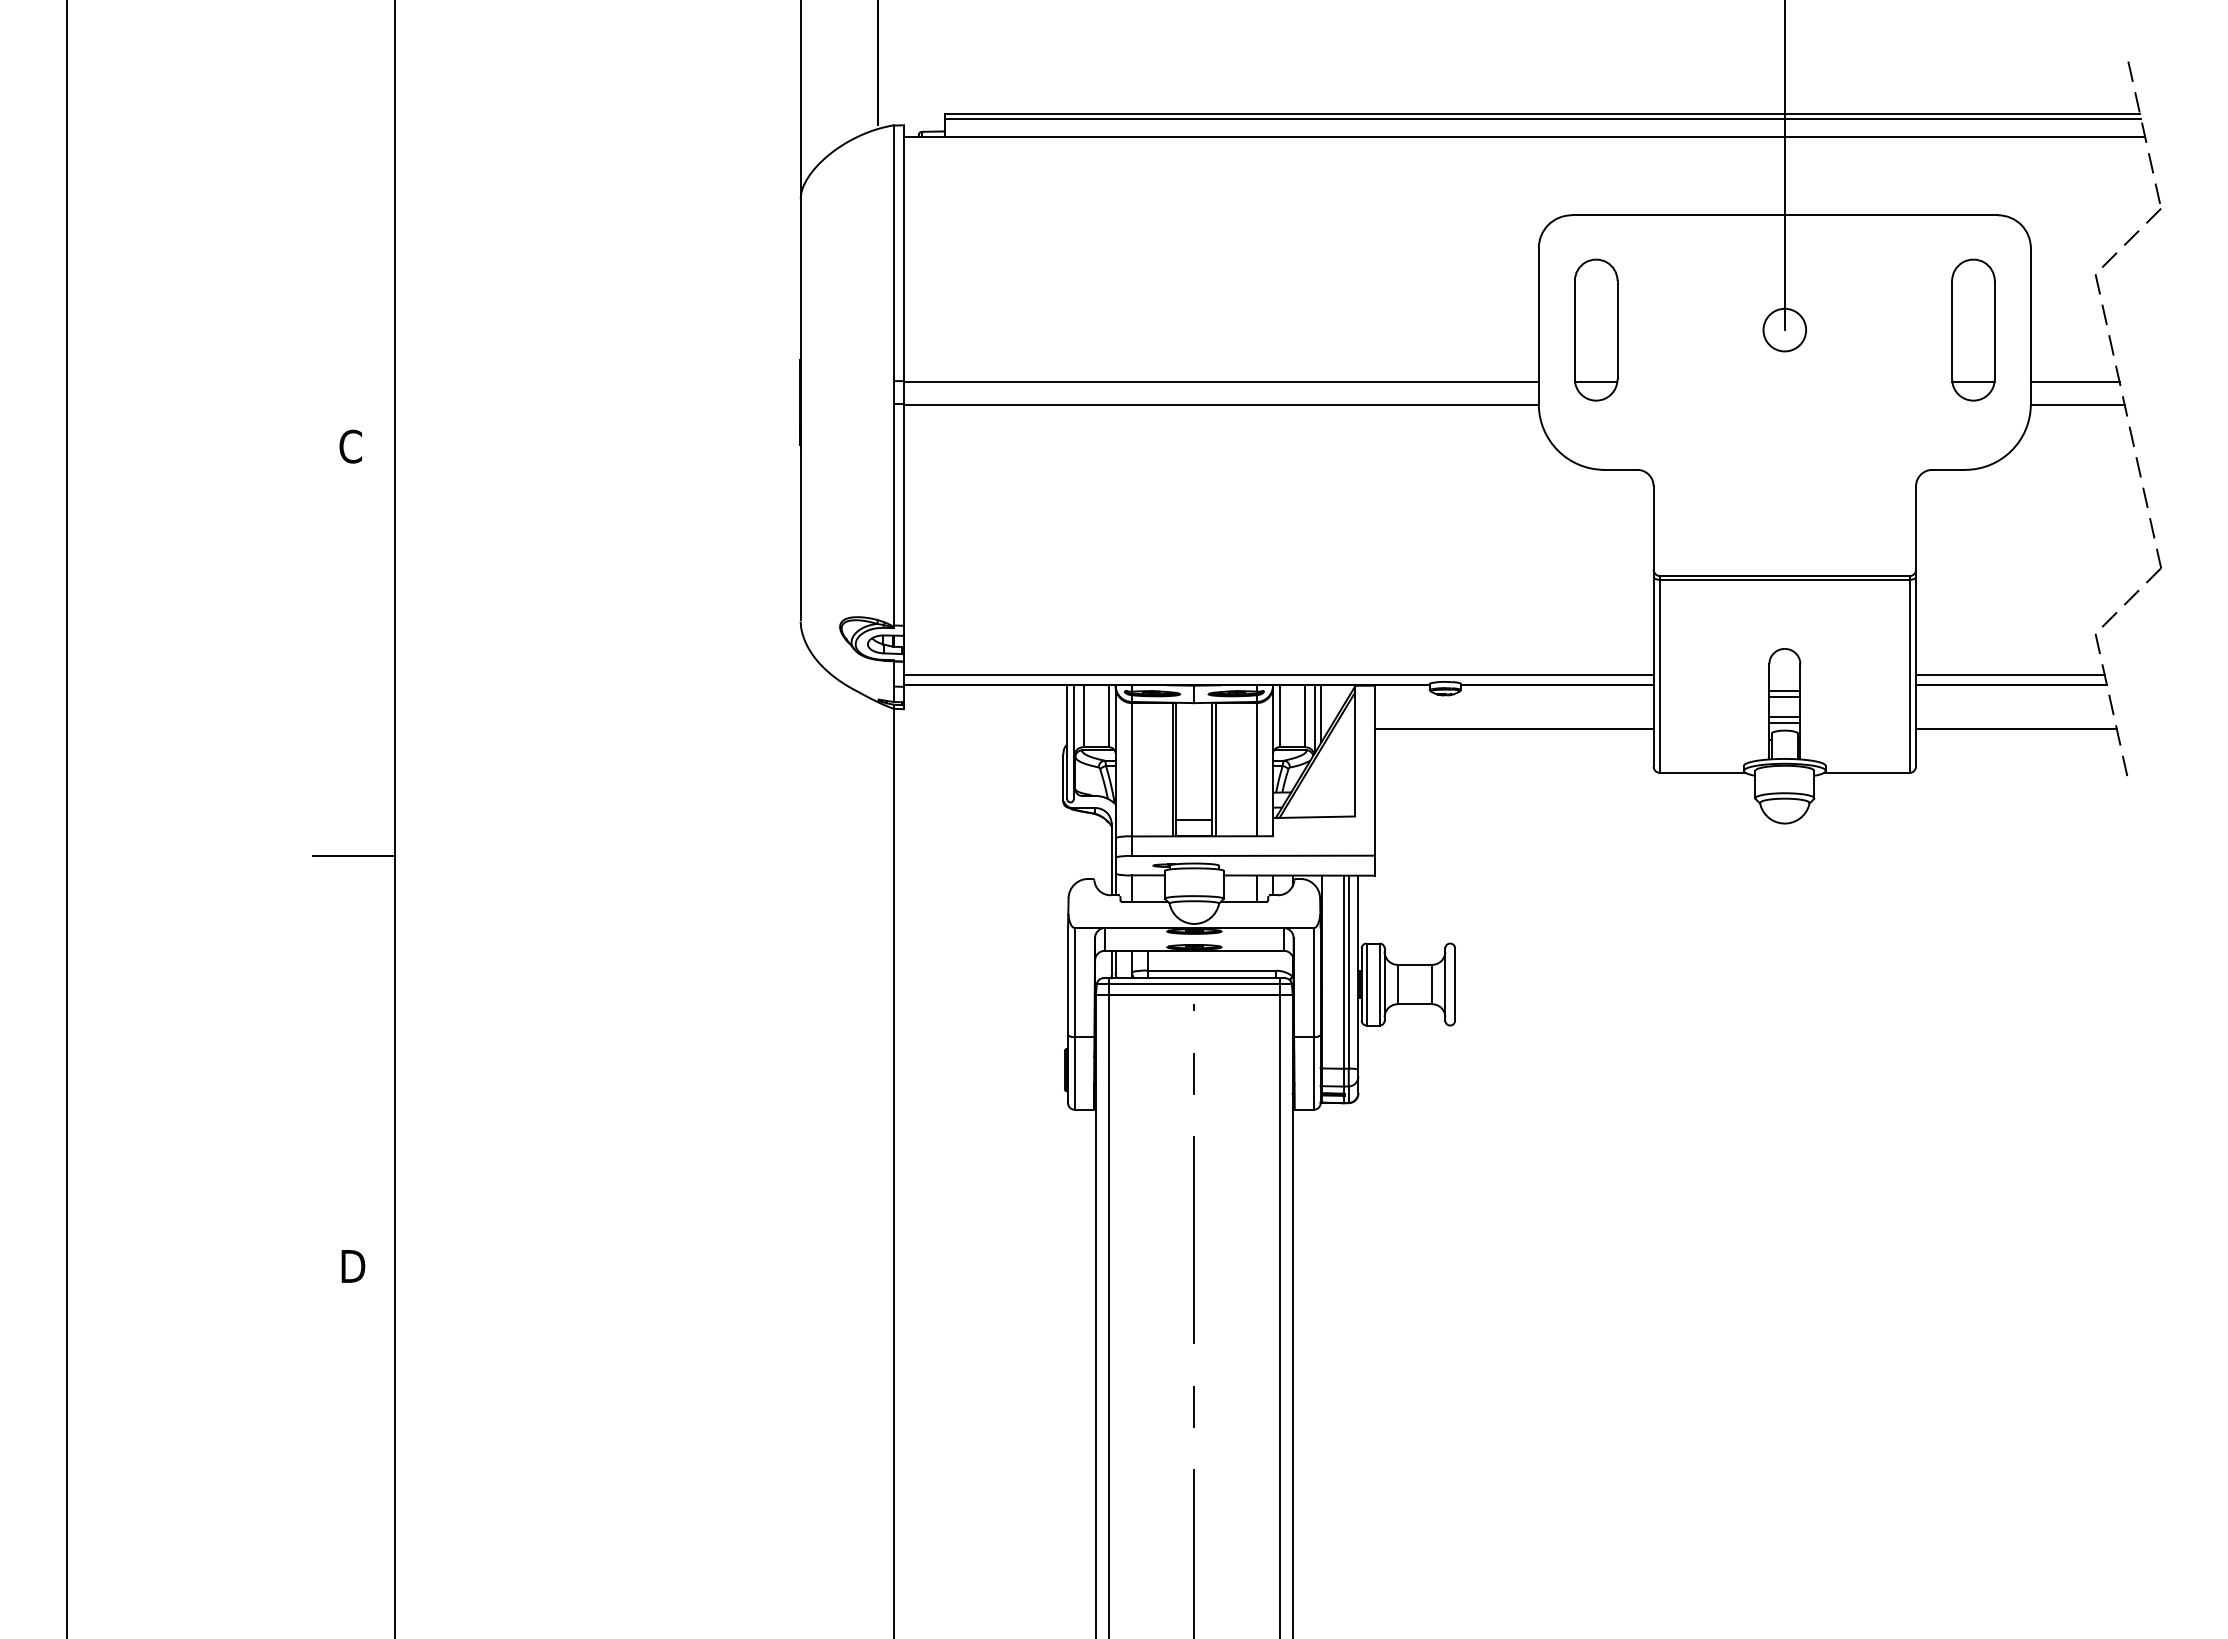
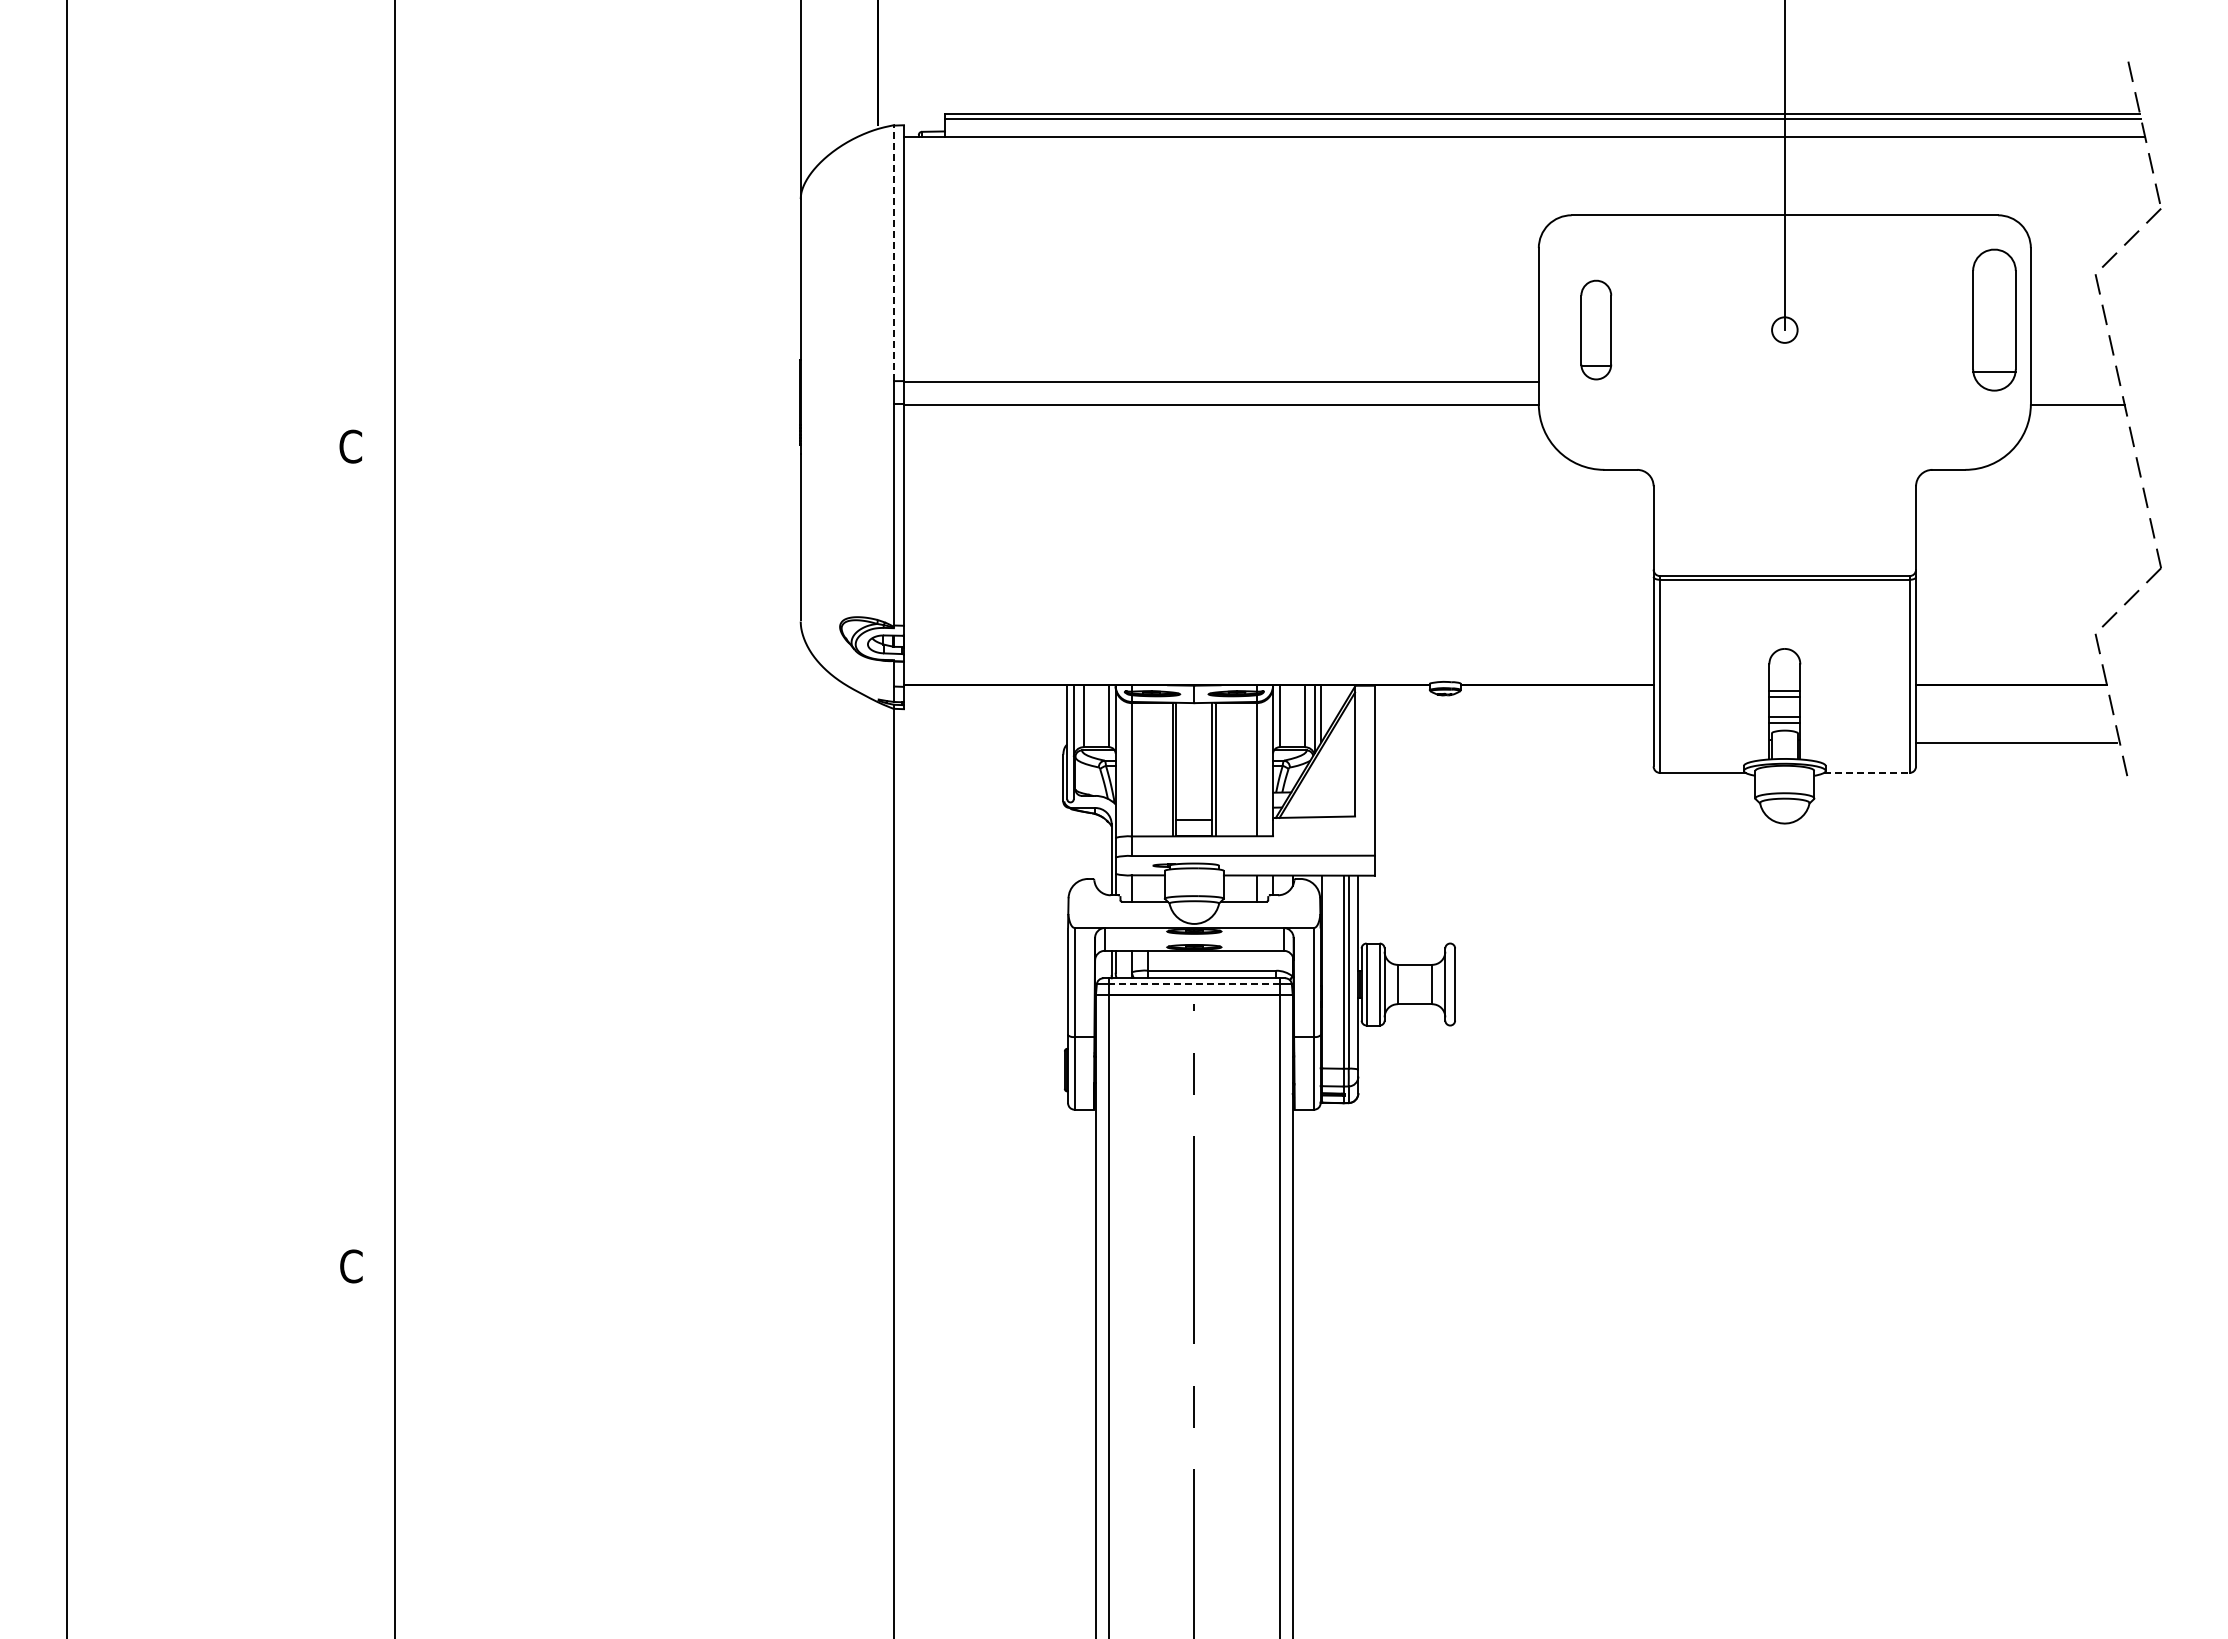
line at (894, 253): solid -> dashed
part at (1596, 329) size: 45x144 px -> 33x102 px
circle at (1784, 329) diameter: 43 px -> 26 px
part at (1973, 329) position: (1973, 329) -> (1994, 319)
line at (2074, 382): present -> none
line at (1278, 675): present -> none
line at (2010, 675): present -> none
line at (1513, 728): present -> none
line at (2016, 728) position: (2016, 728) -> (2016, 742)
line at (1866, 772): solid -> dashed
line at (353, 856): present -> none
line at (1193, 984): solid -> dashed
text at (352, 1266): D -> C
